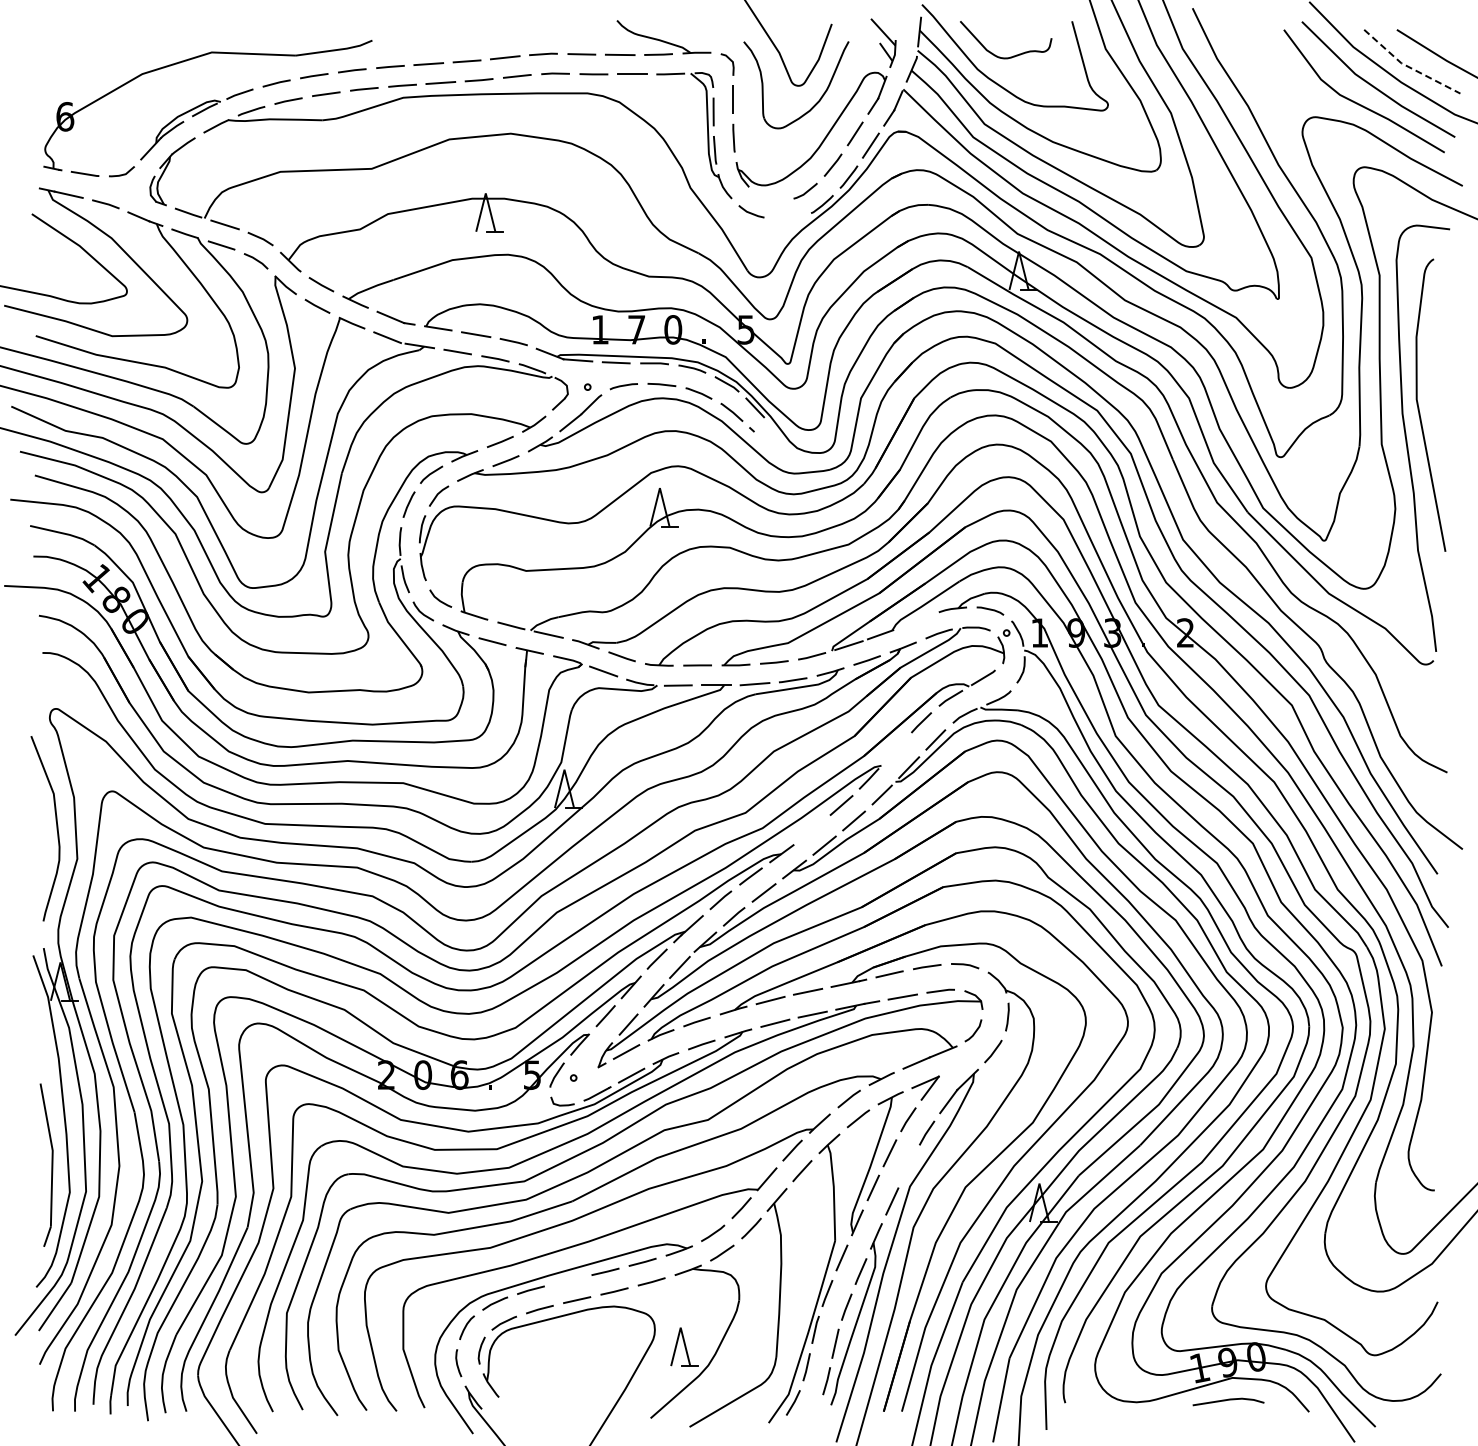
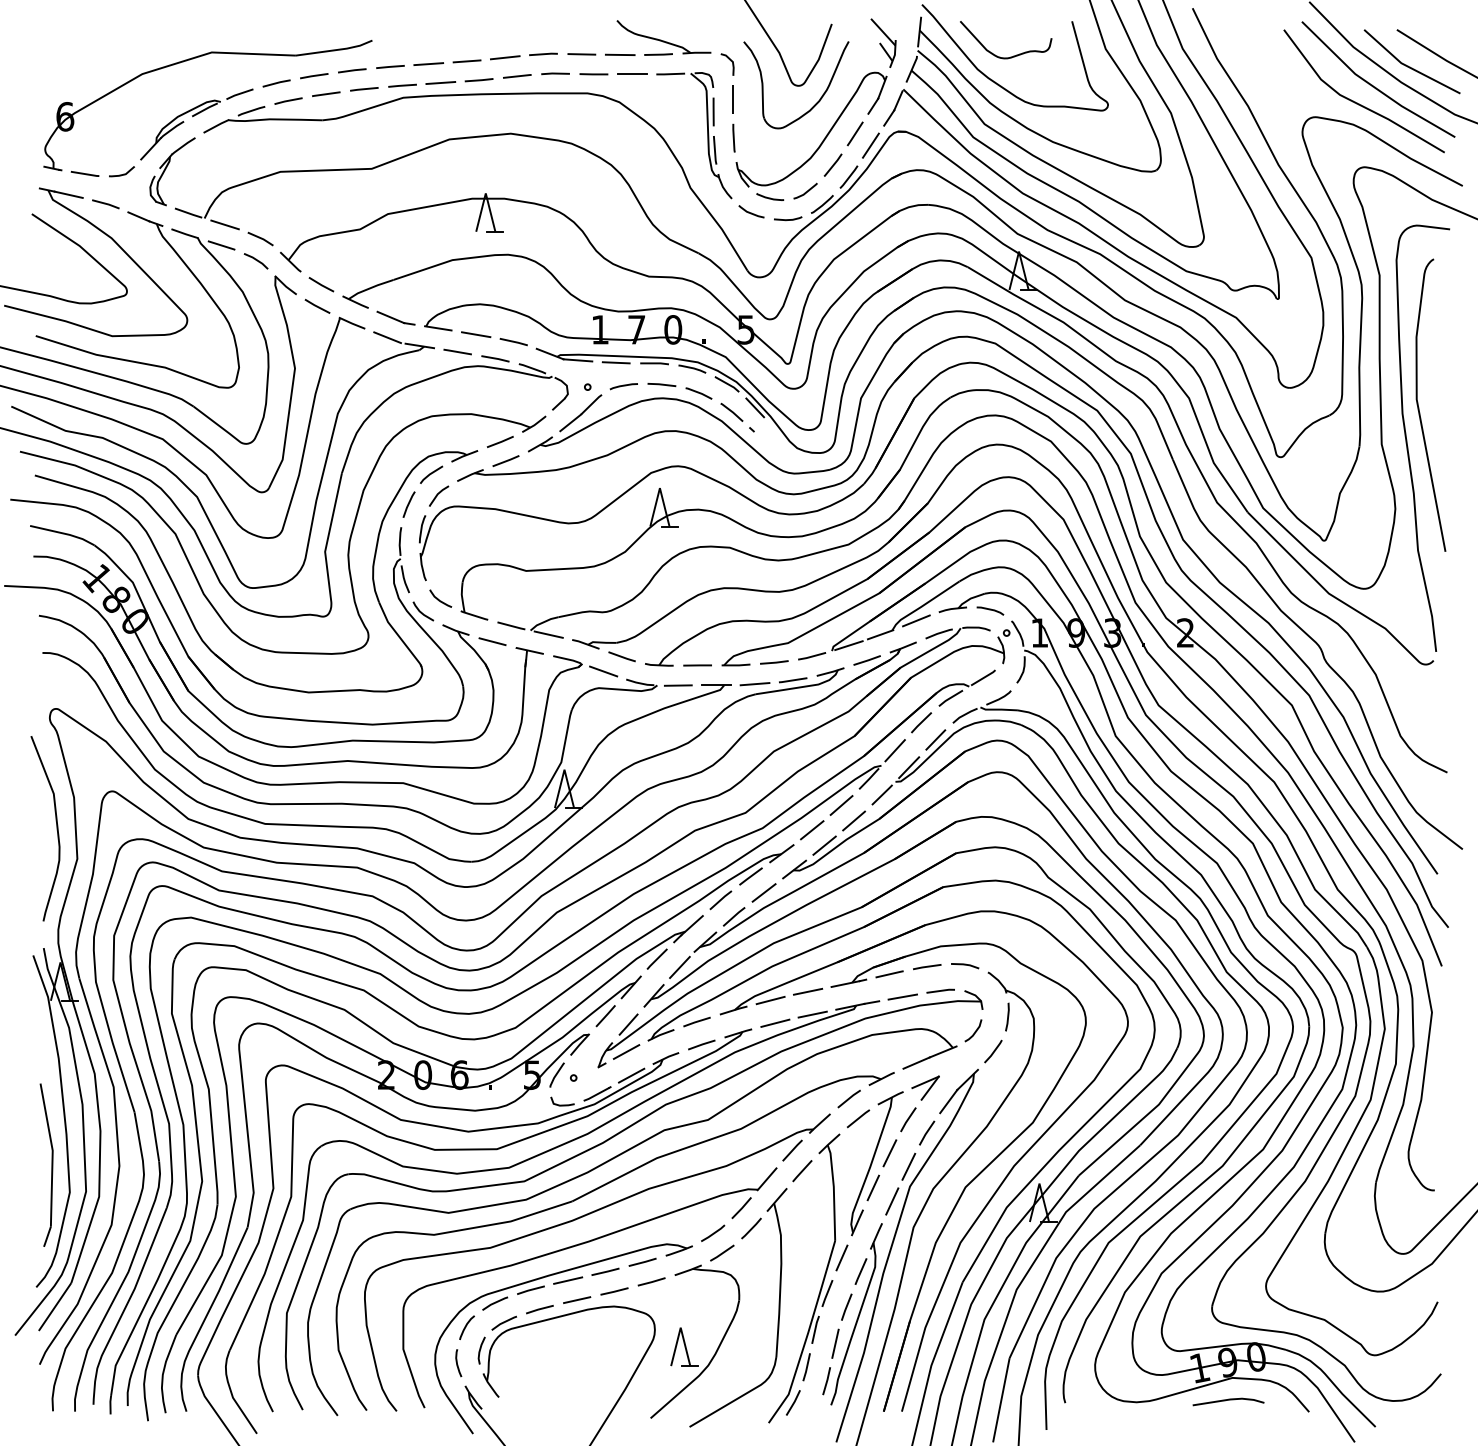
line at (1408, 66): dashed -> solid
curve at (770, 197): none -> present
line at (788, 219): none -> present
line at (916, 620): none -> present
line at (894, 750): none -> present
line at (812, 830): none -> present
line at (908, 1166): none -> present
line at (568, 1280): none -> present
